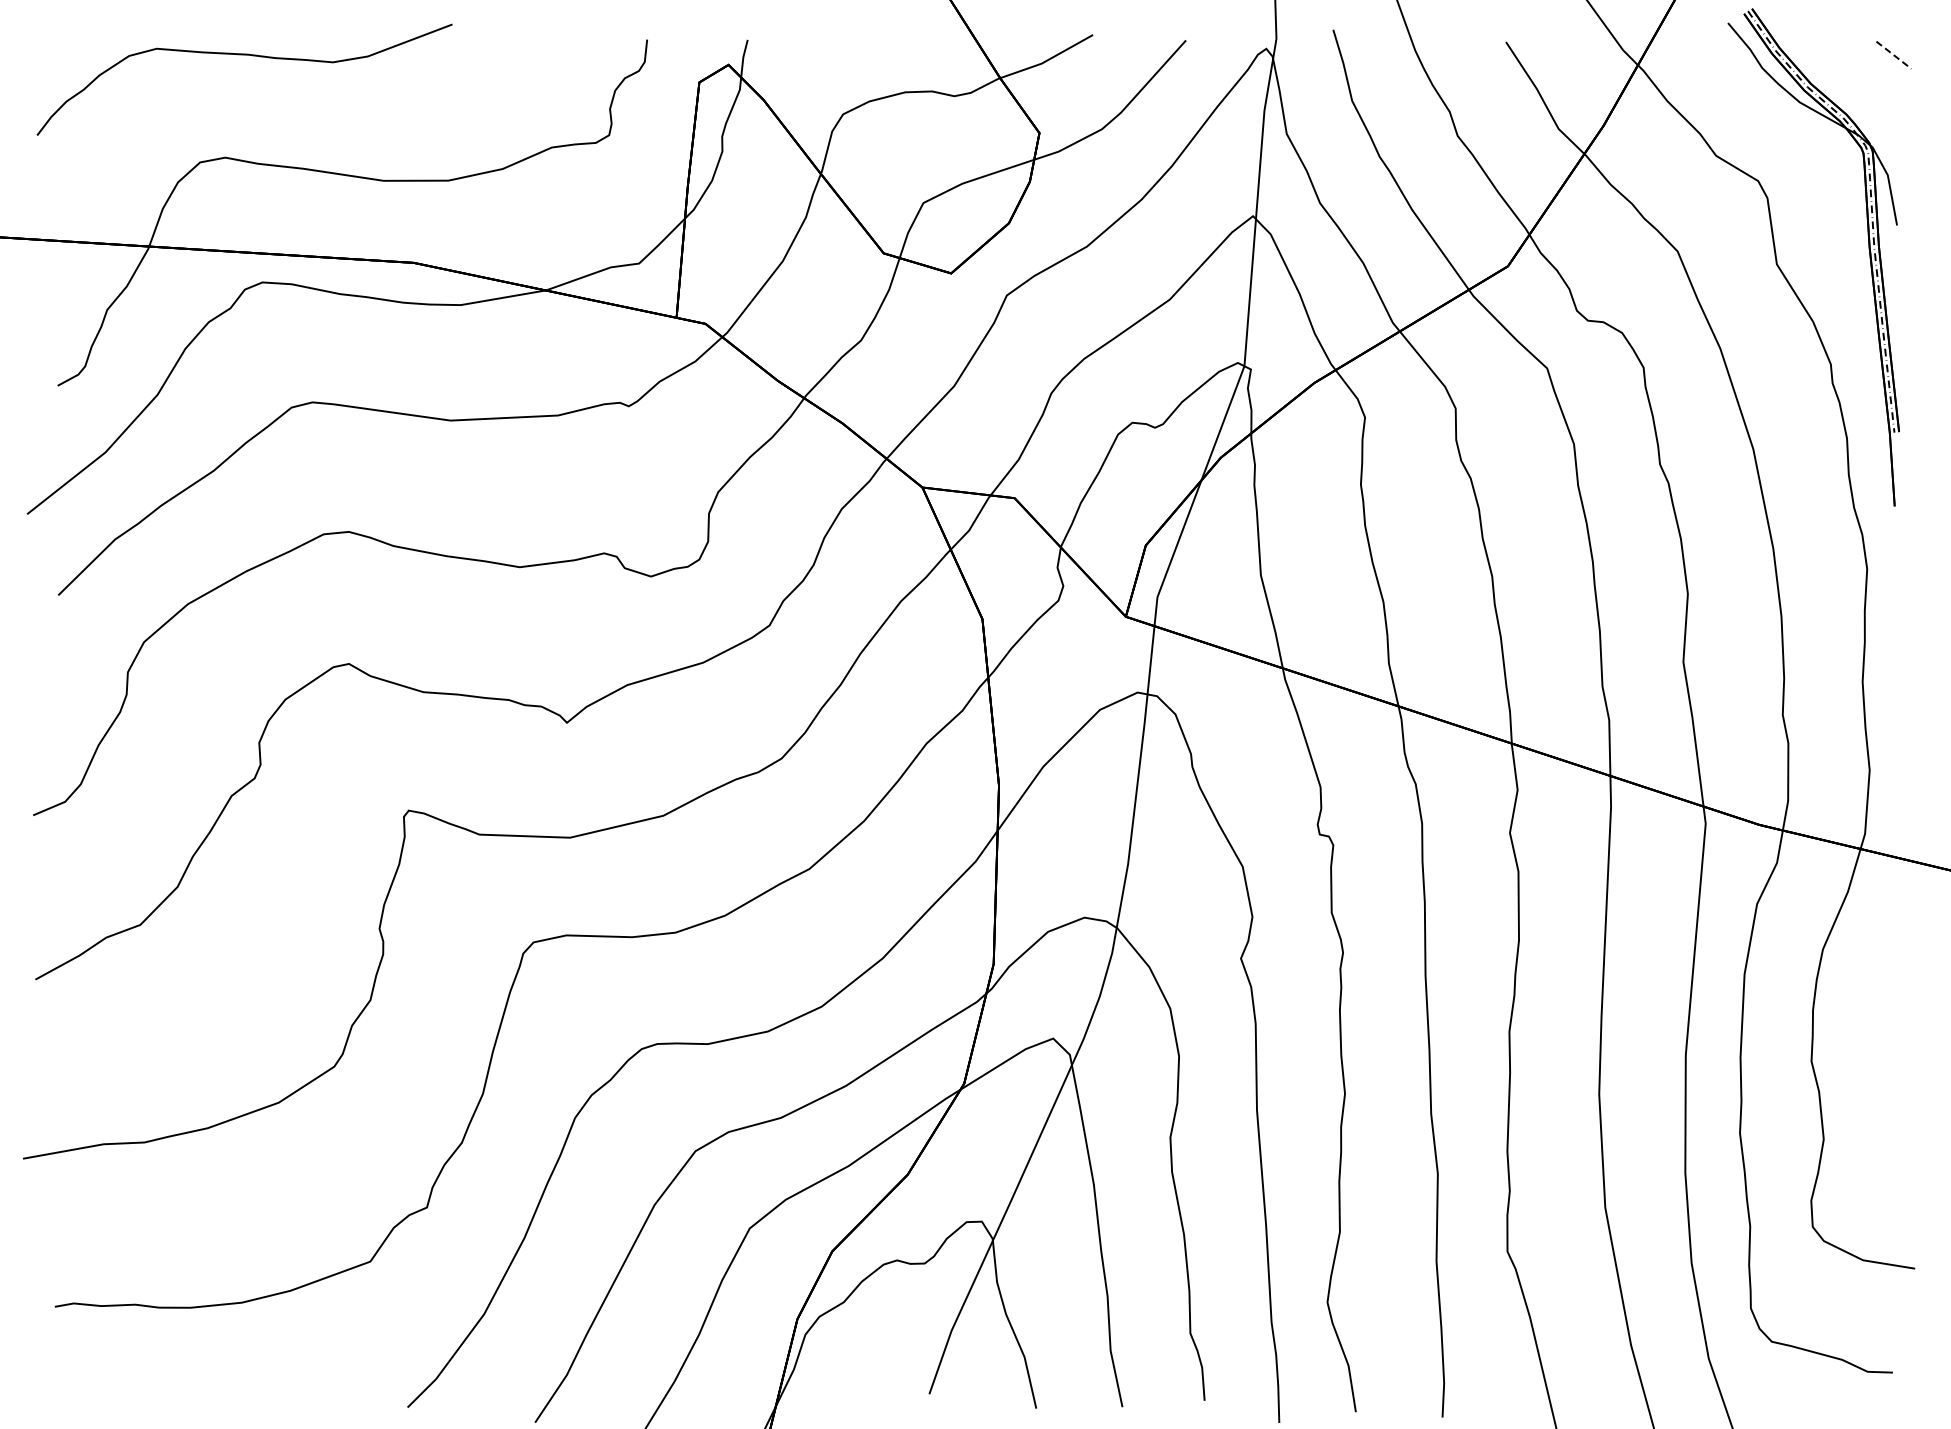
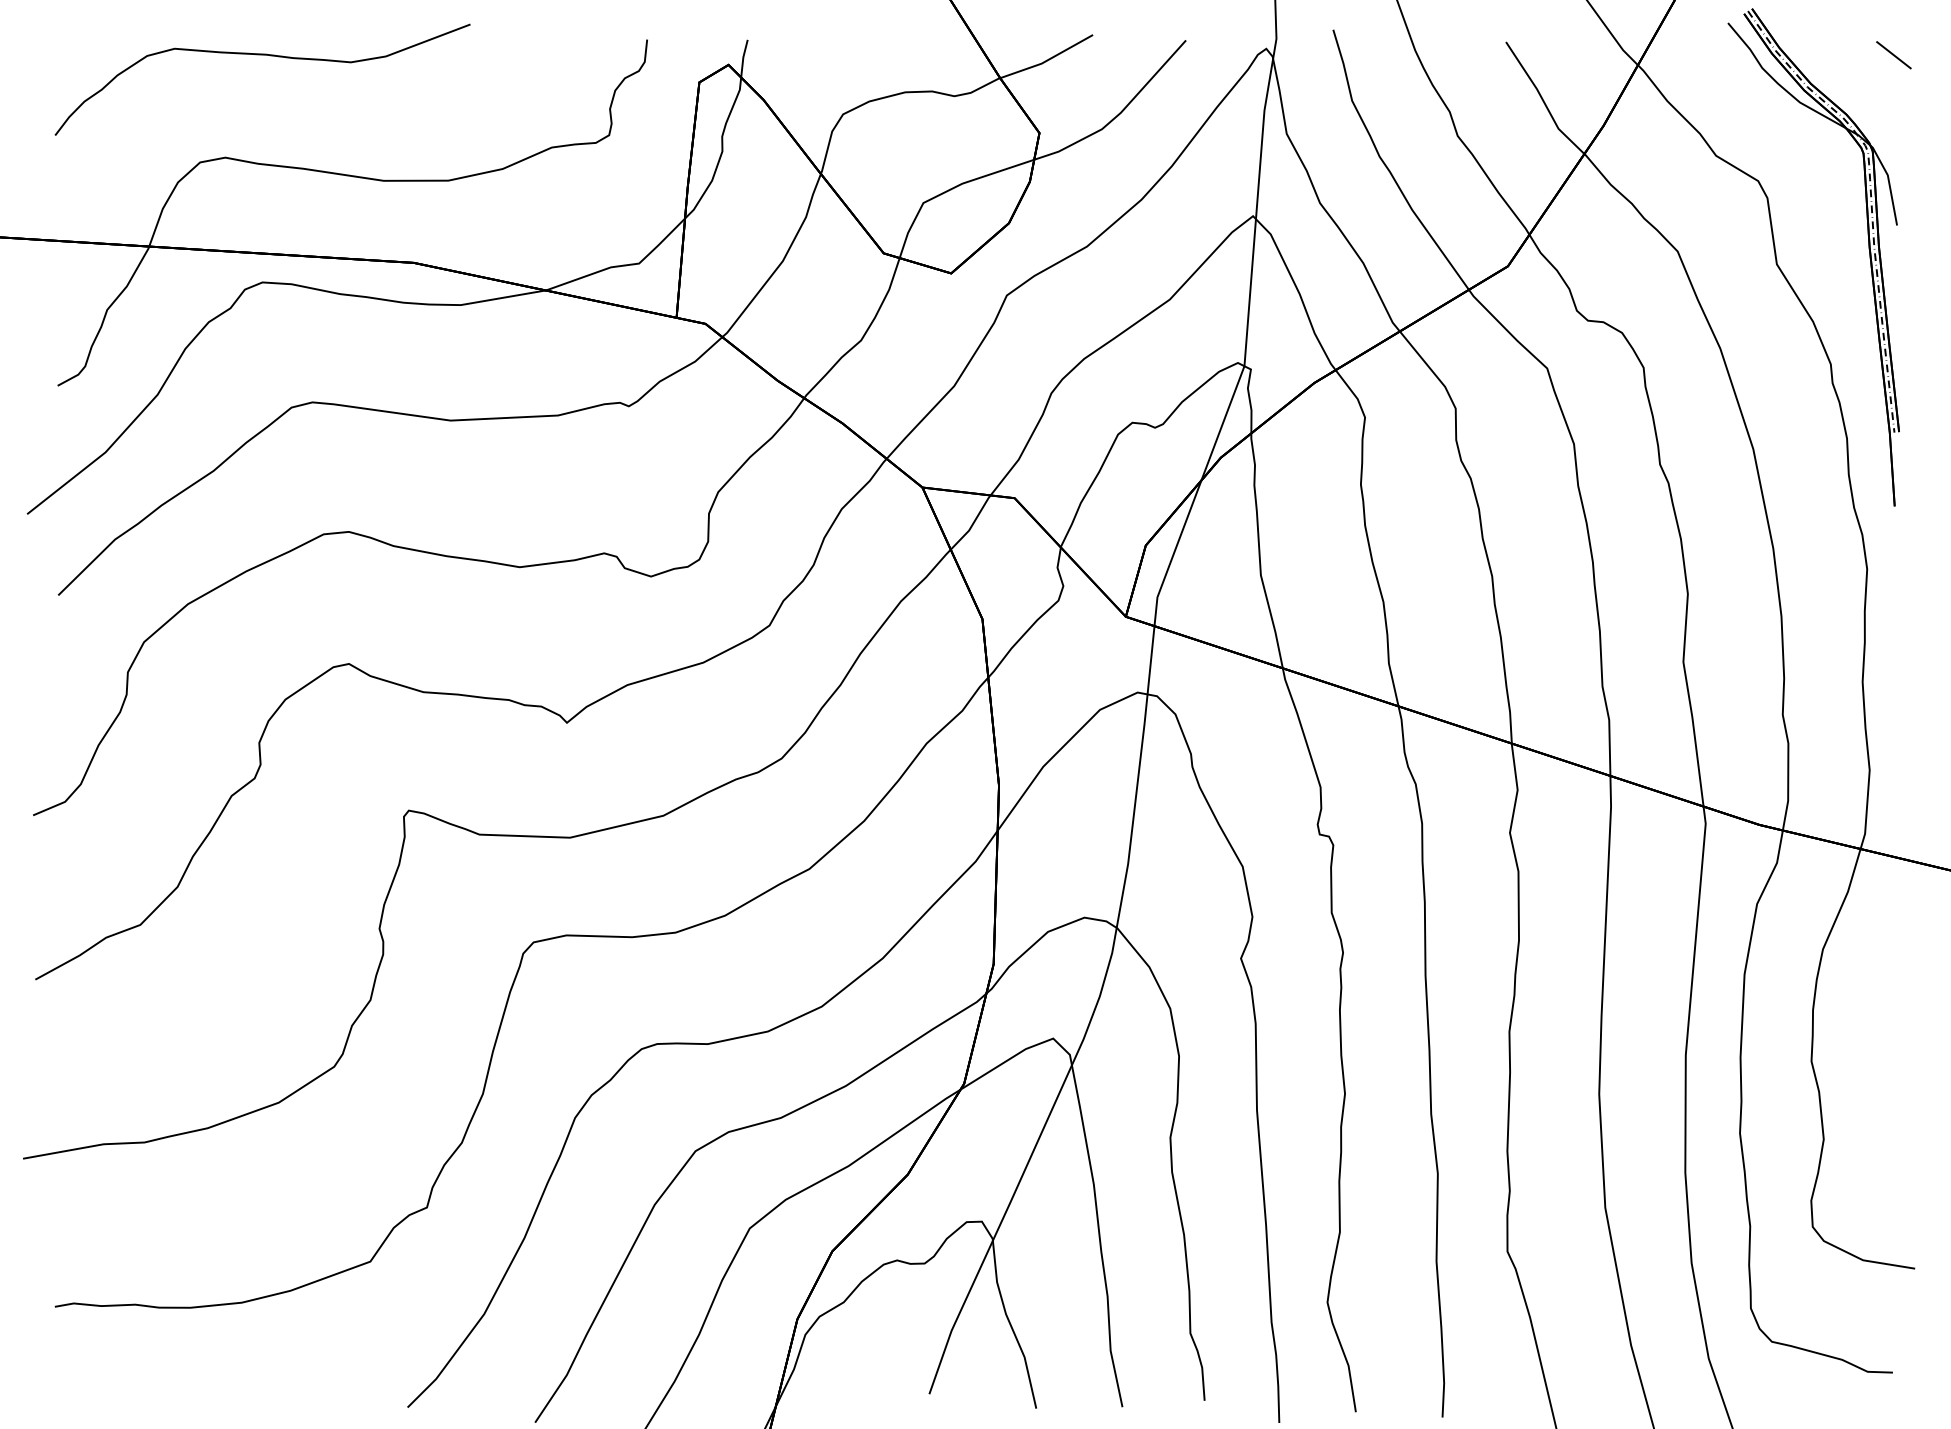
curve at (244, 55) position: (244, 55) -> (262, 55)
line at (1894, 55): dashed -> solid
